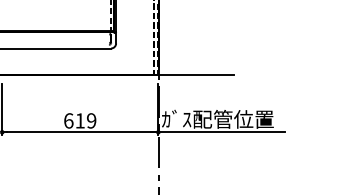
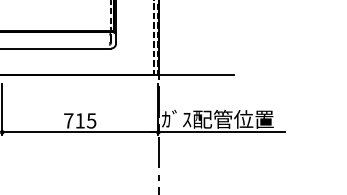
text at (80, 120): 619 -> 715
